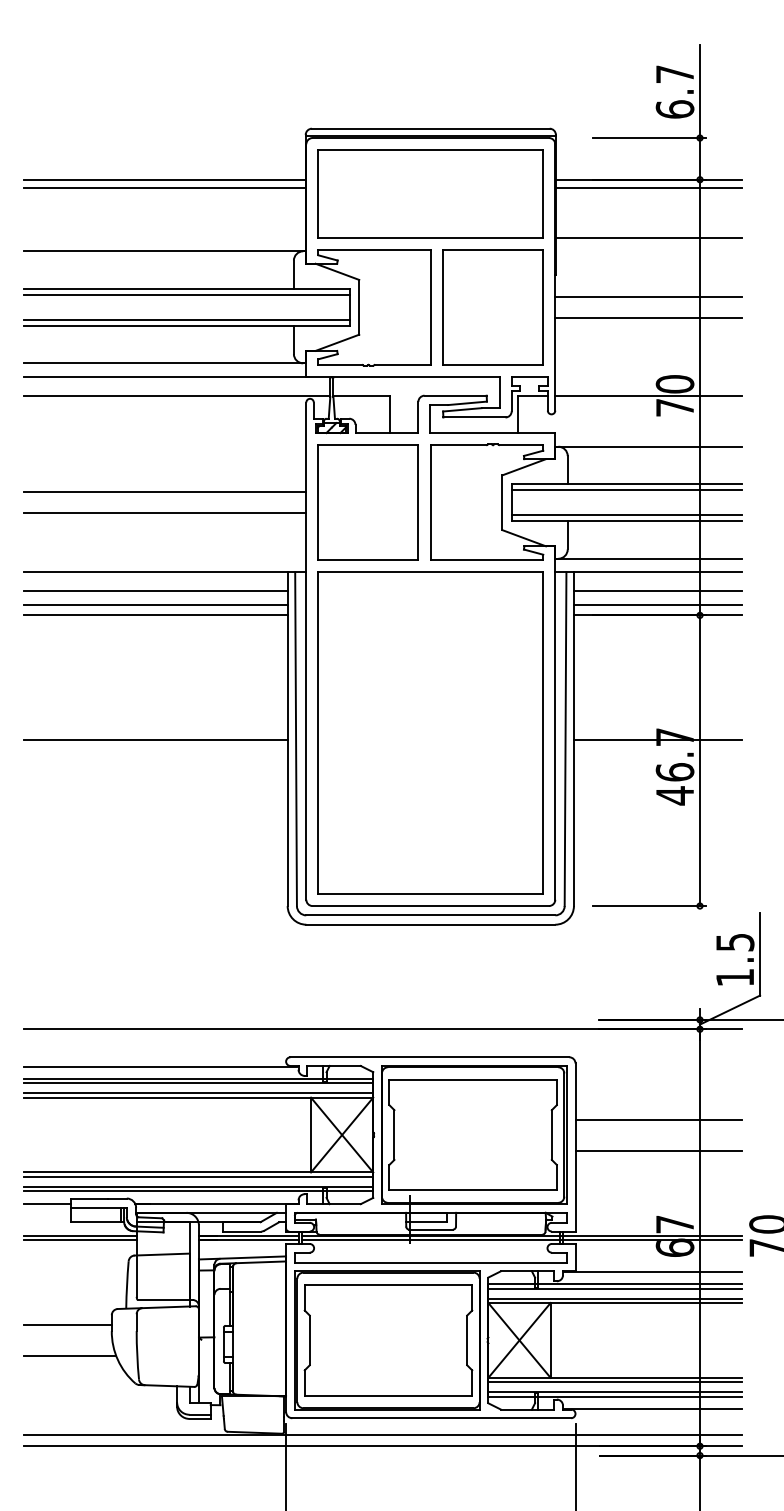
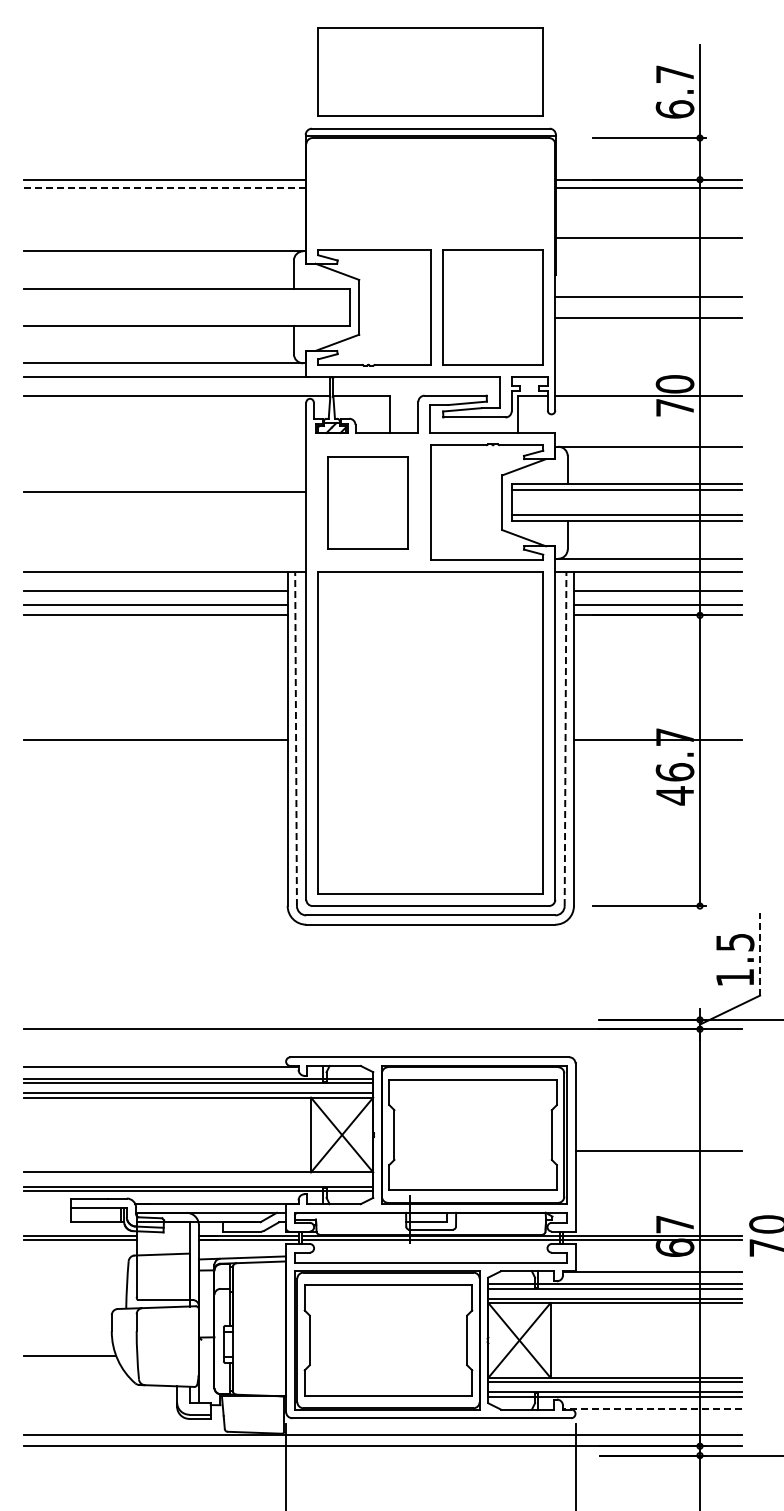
line at (164, 188): solid -> dashed
part at (430, 193) position: (430, 193) -> (430, 71)
line at (186, 294): present -> none
line at (186, 319): present -> none
part at (367, 502) size: 102x117 px -> 82x94 px
line at (164, 513): present -> none
line at (296, 739): solid -> dashed
line at (565, 739): solid -> dashed
line at (760, 954): solid -> dashed
line at (658, 1119): present -> none
line at (198, 1176): present -> none
line at (46, 1203): present -> none
line at (67, 1324): present -> none
line at (653, 1408): solid -> dashed
